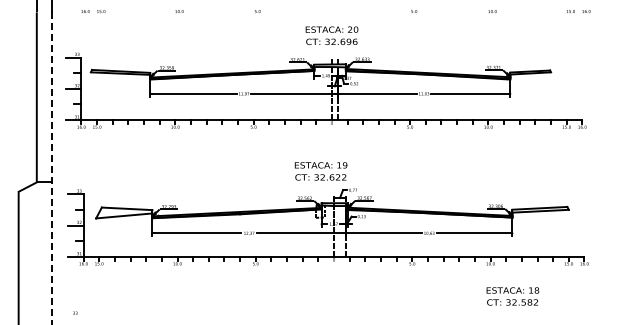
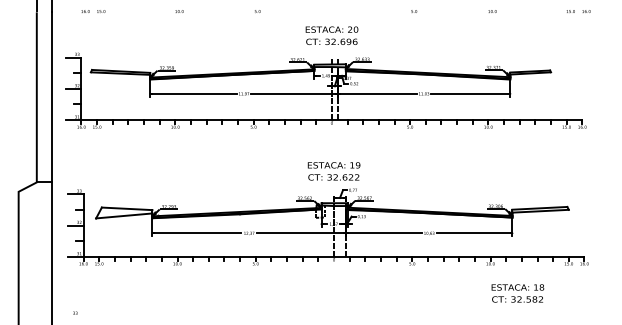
line at (52, 168): dashed -> solid
text at (320, 171) position: (320, 171) -> (333, 171)
text at (512, 296) position: (512, 296) -> (517, 293)
